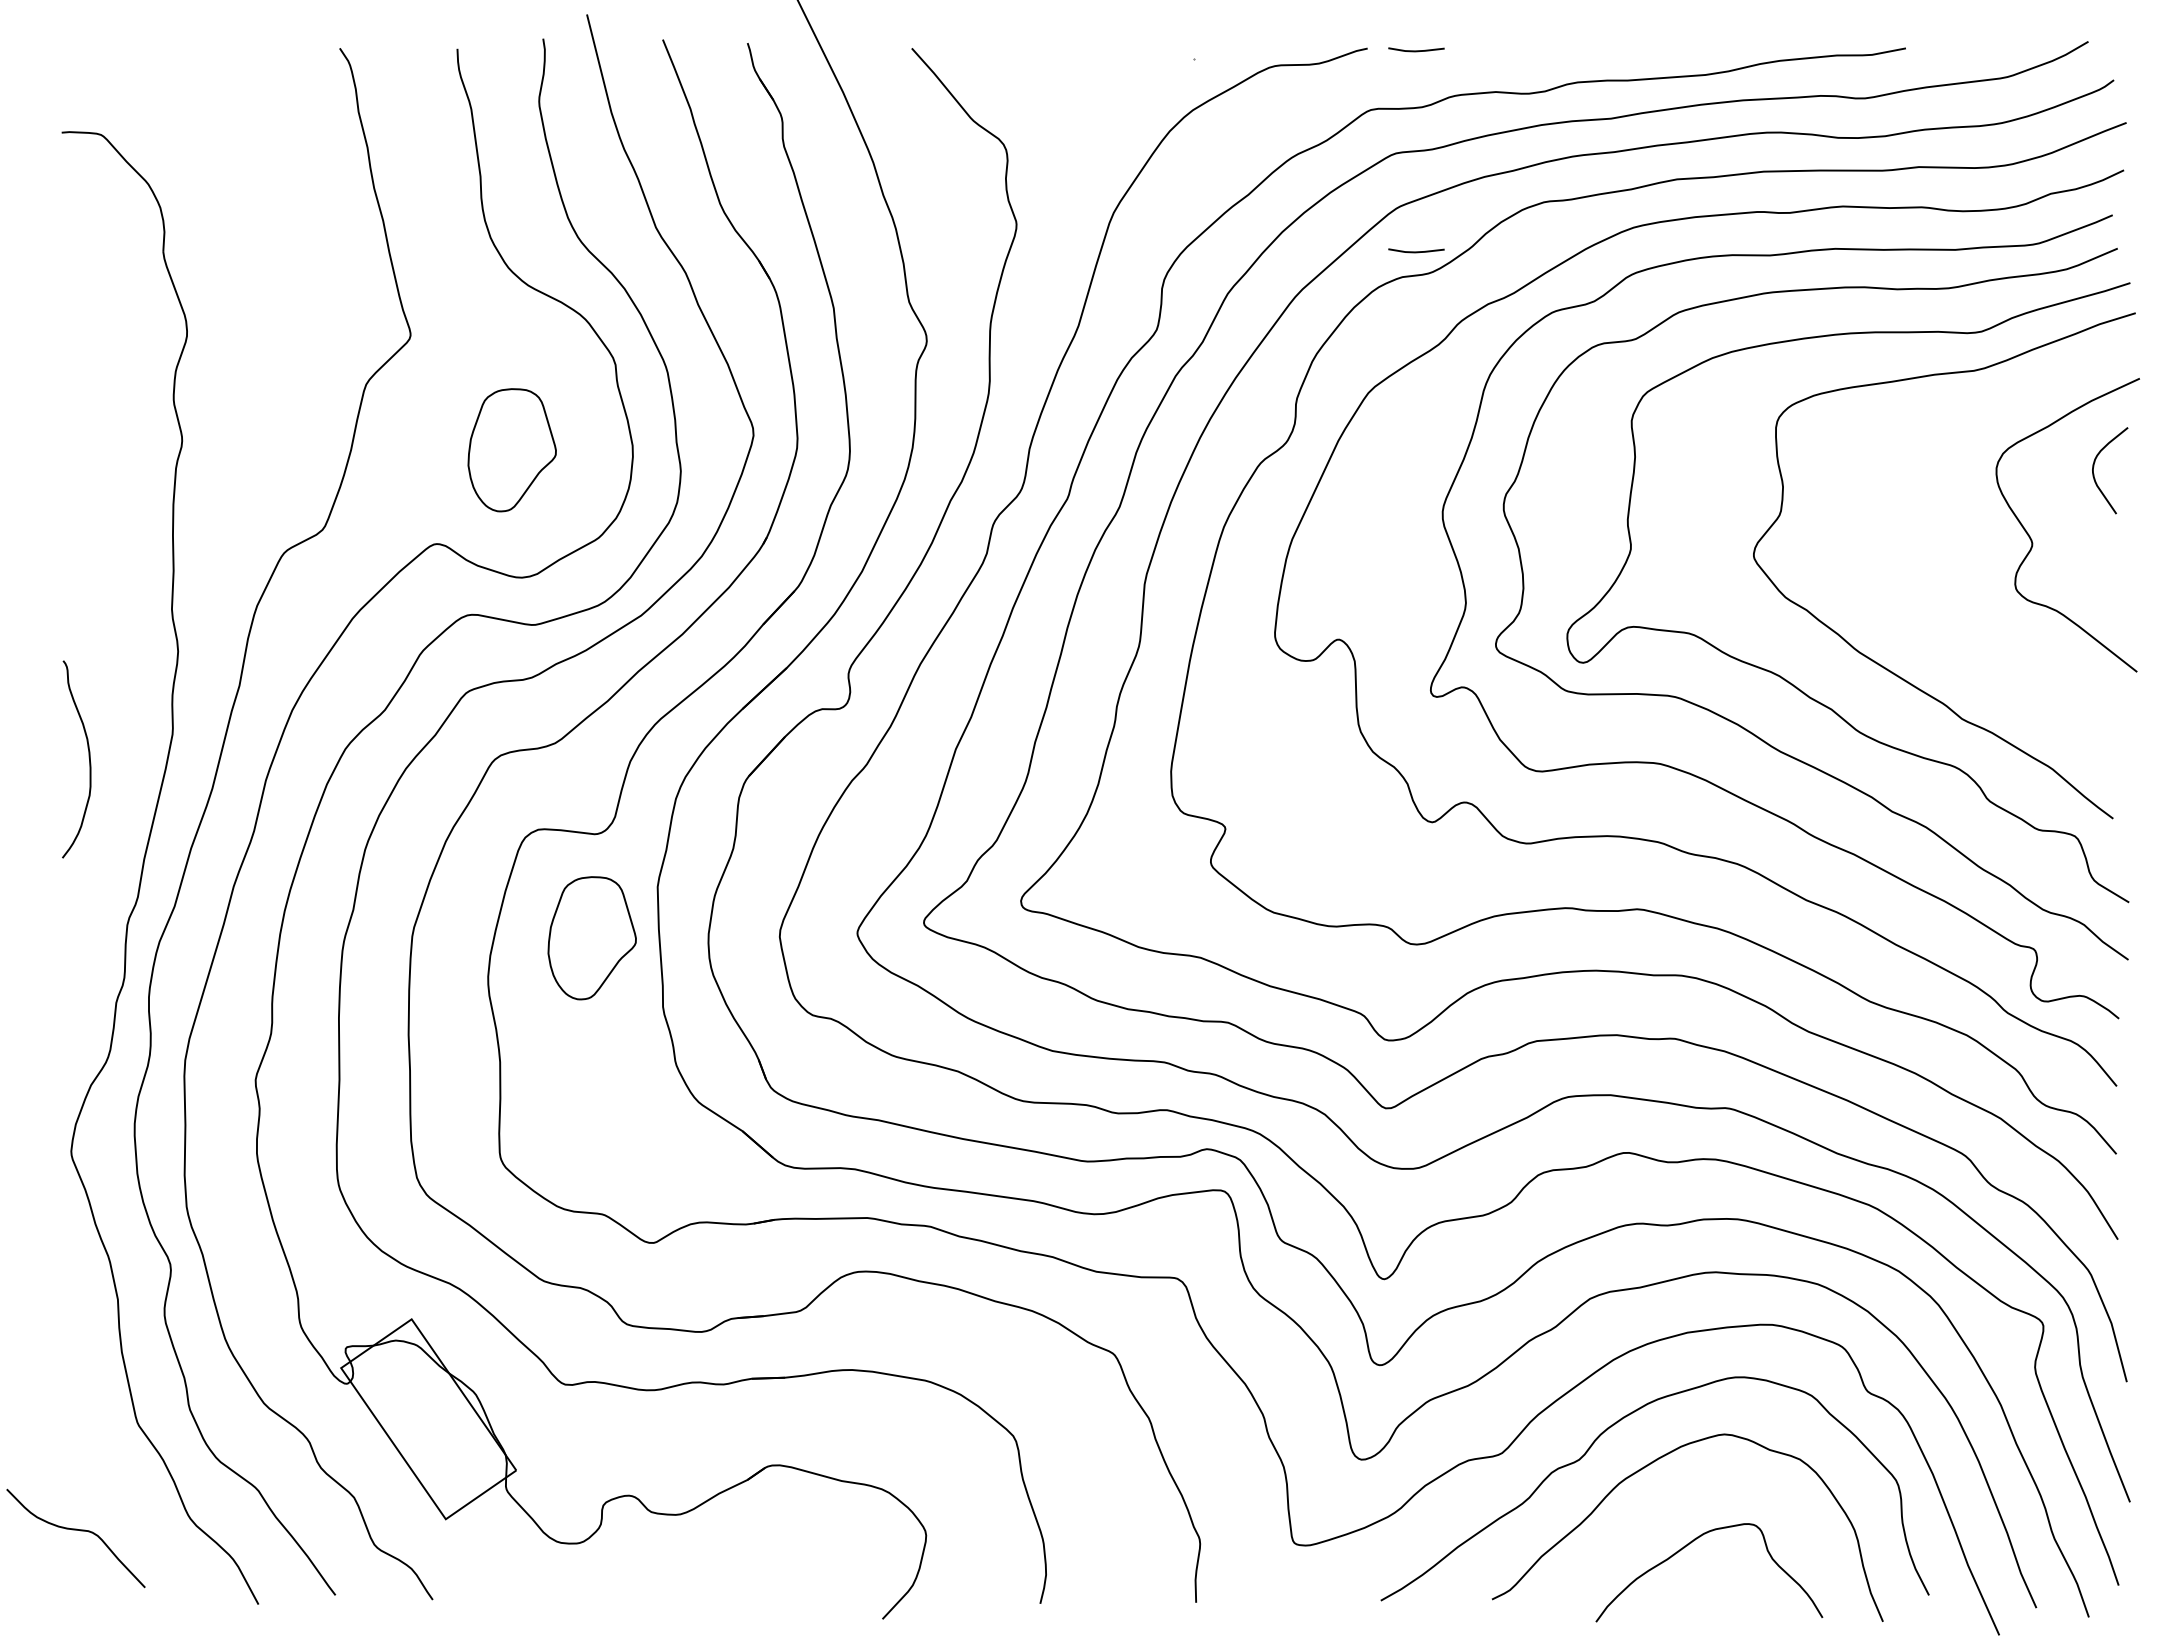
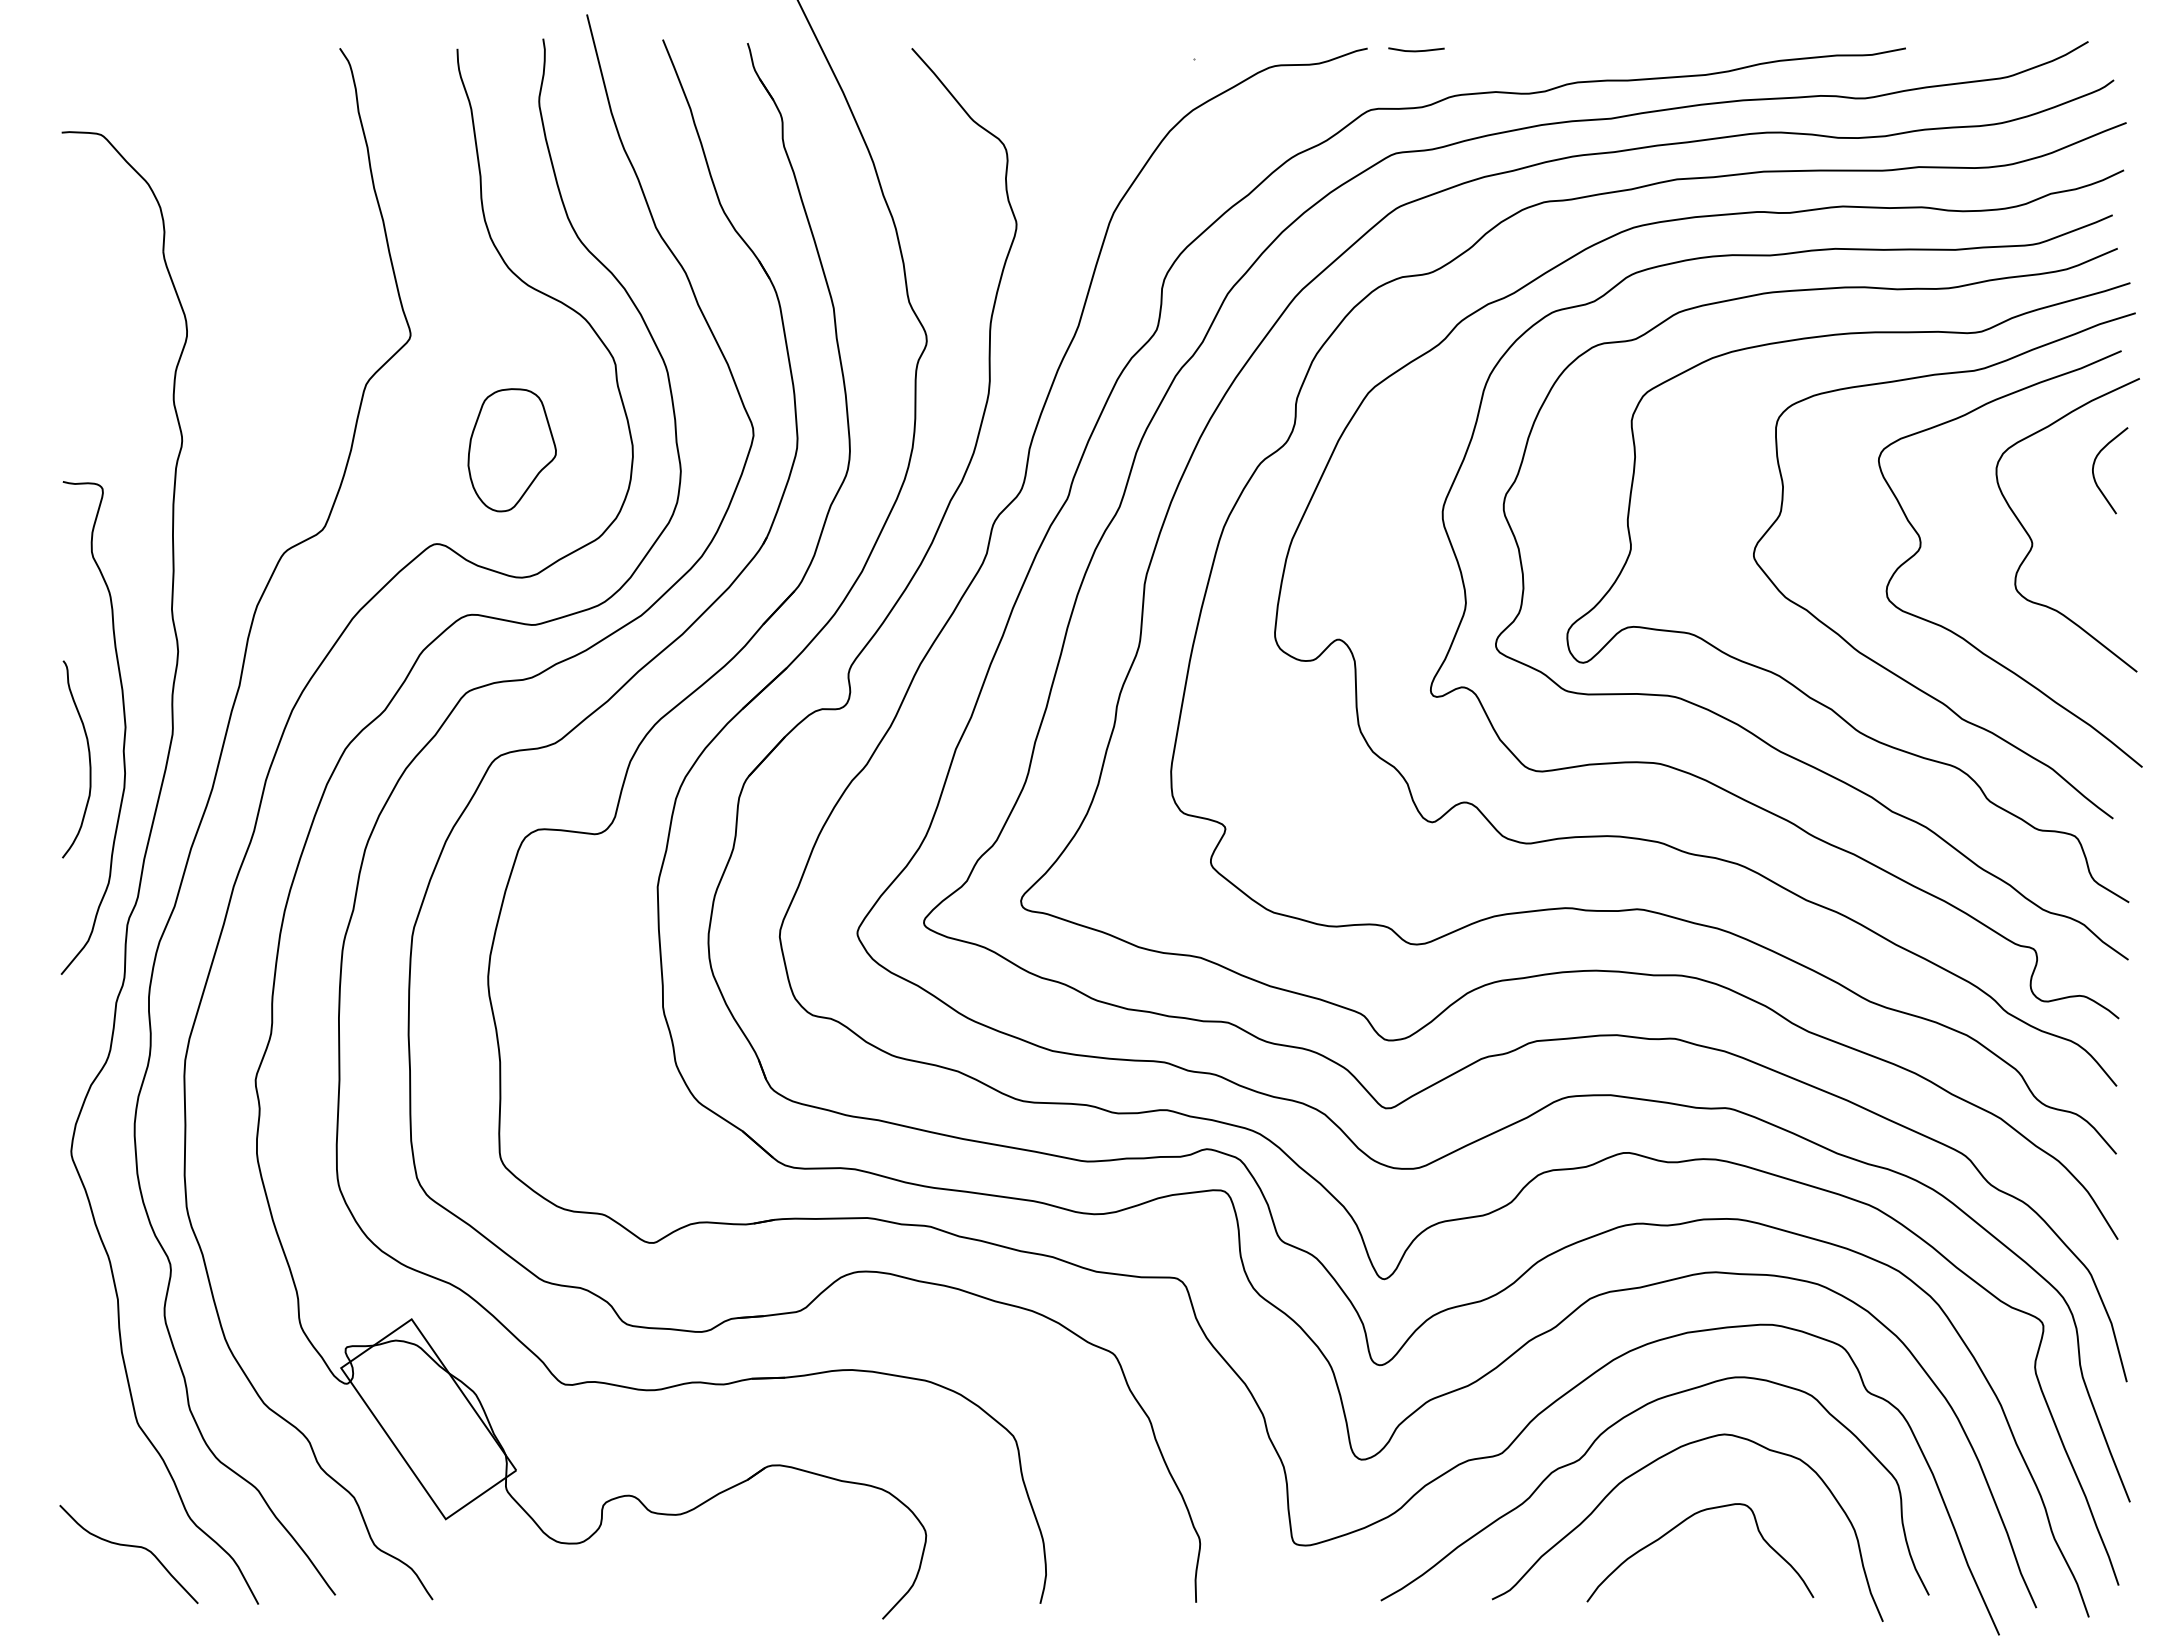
line at (1416, 251): present -> none
curve at (1921, 547): none -> present
curve at (124, 727): none -> present
part at (591, 938): present -> none
curve at (75, 1530) position: (75, 1530) -> (128, 1546)
curve at (1687, 1546) position: (1687, 1546) -> (1678, 1526)
